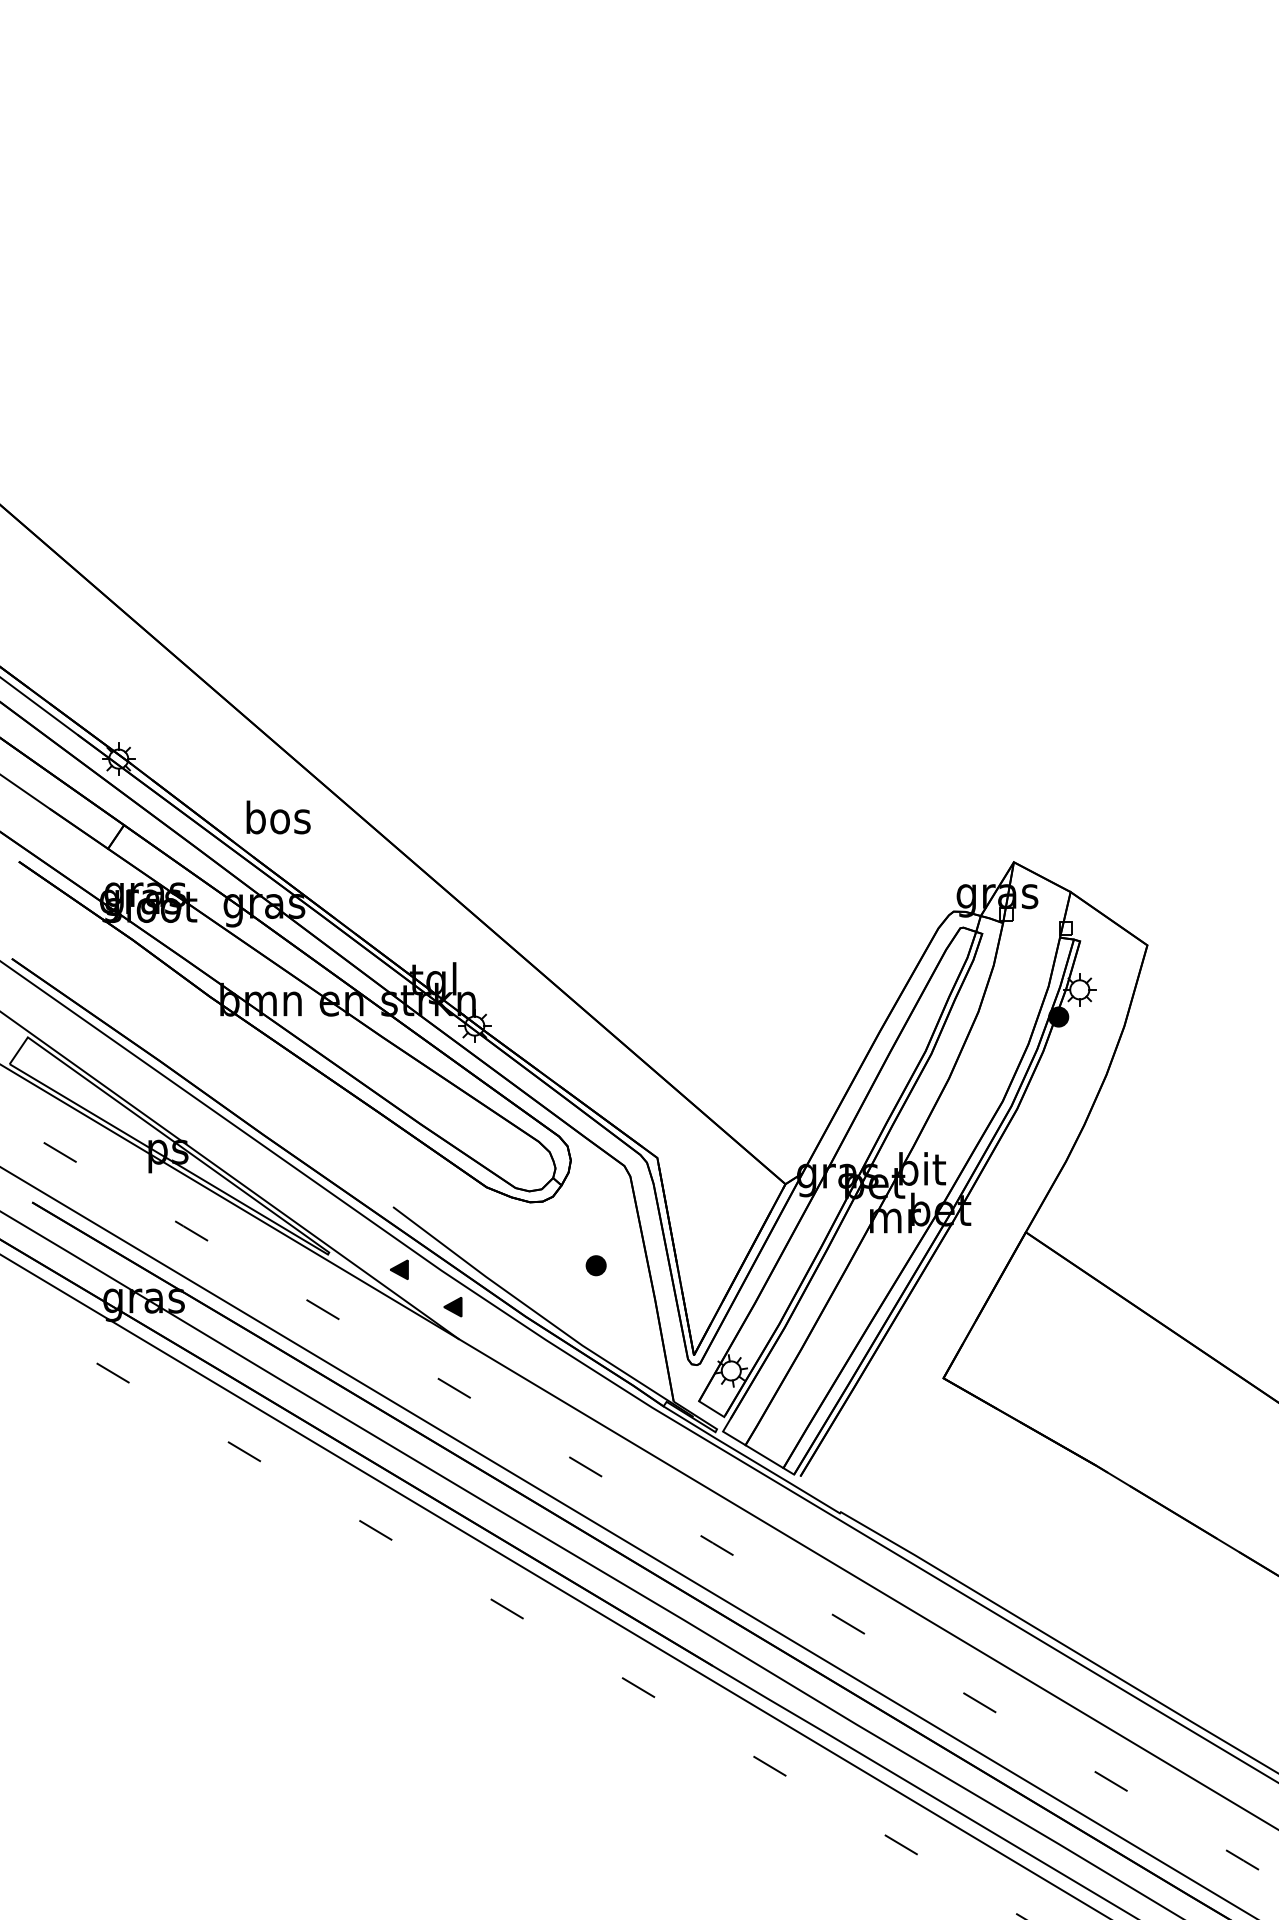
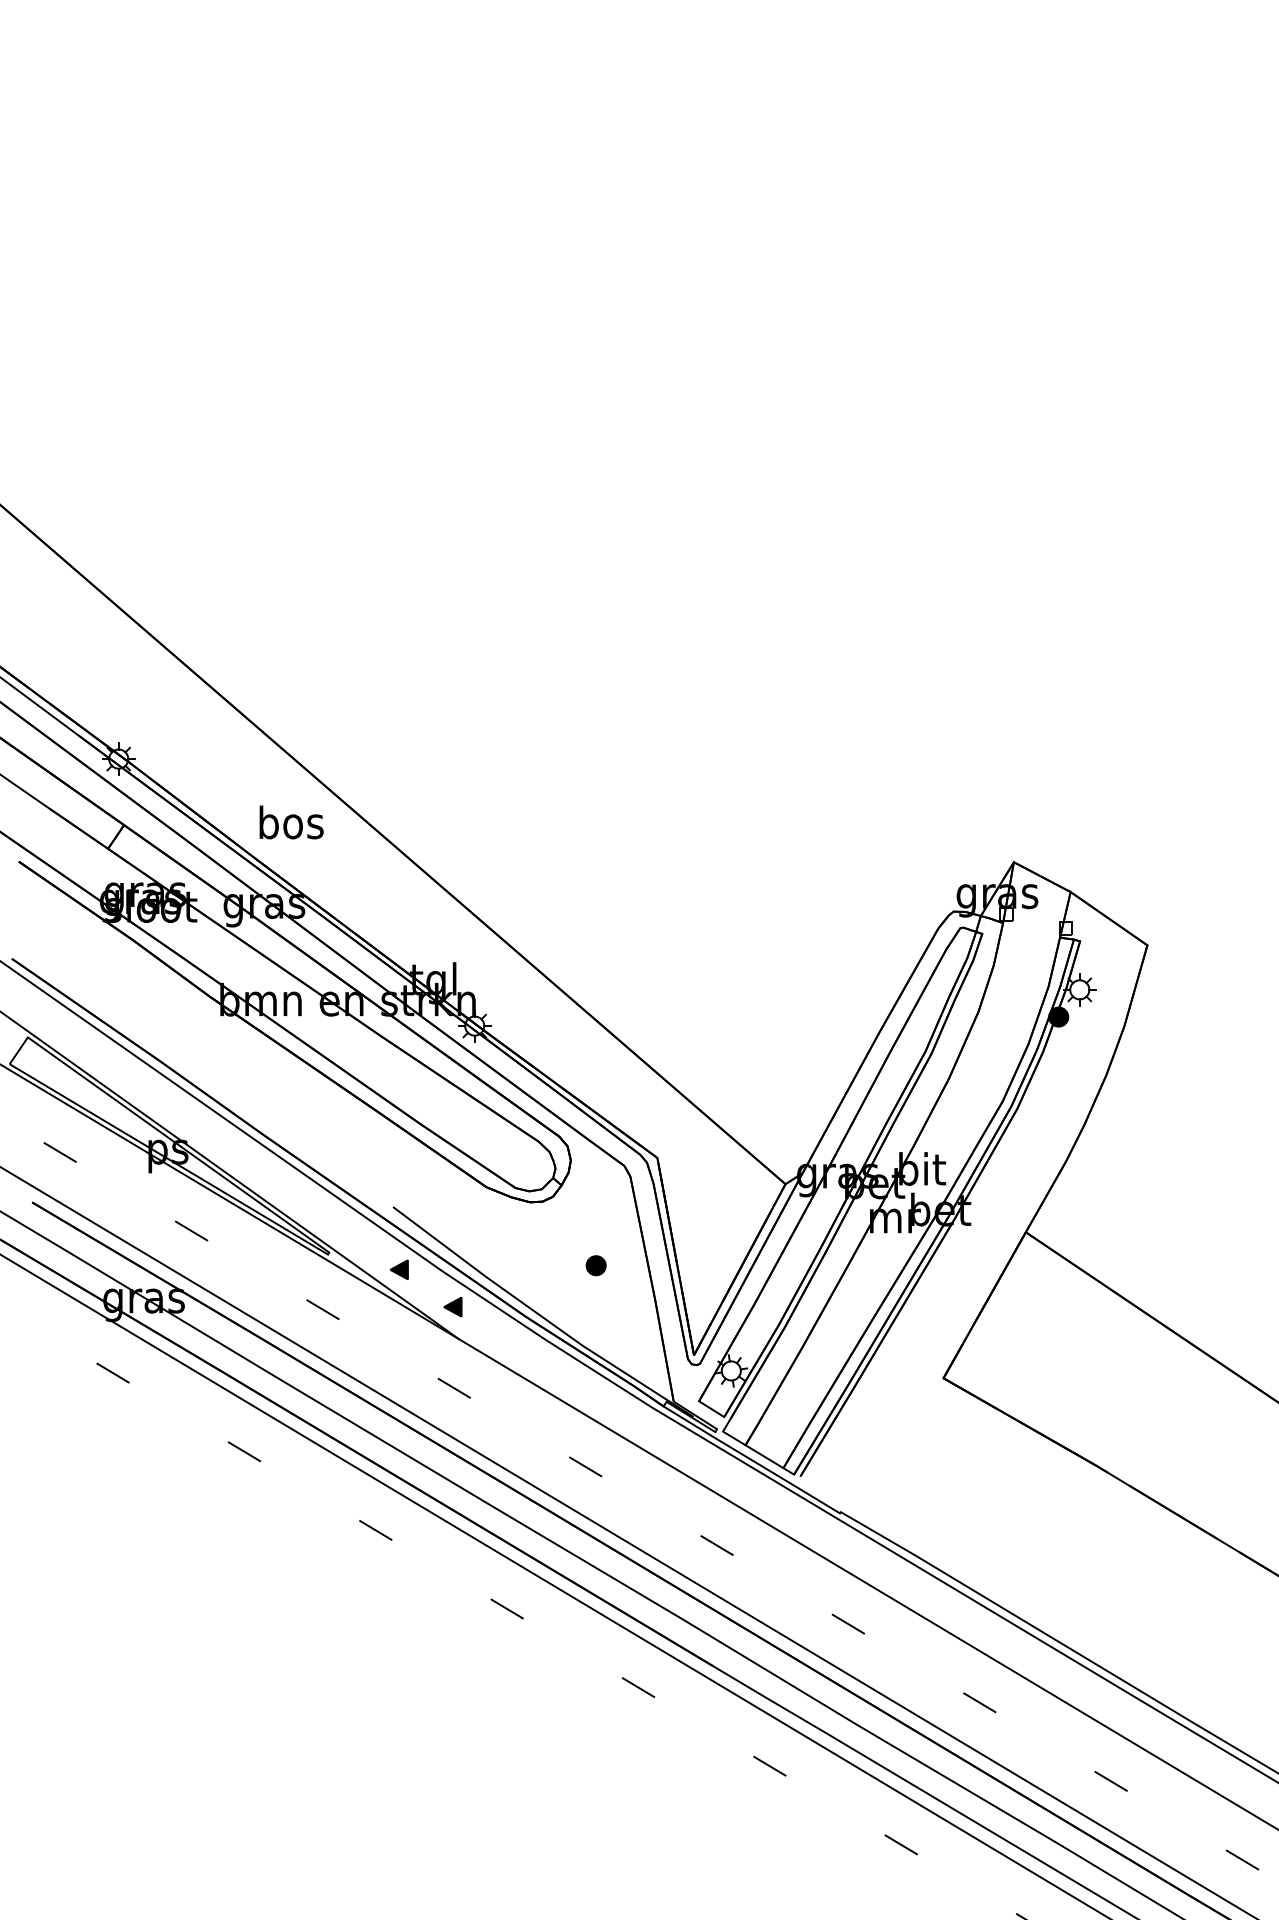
text at (278, 817) position: (278, 817) -> (291, 822)
